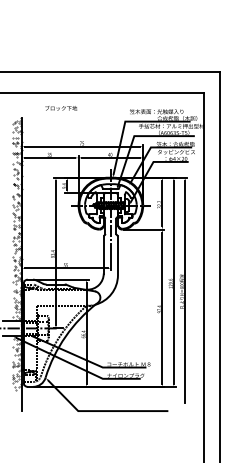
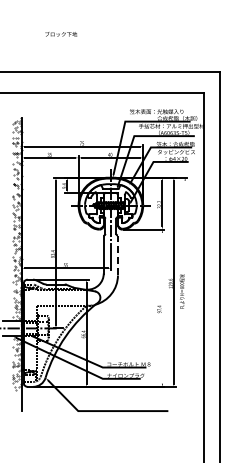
text at (61, 108) position: (61, 108) -> (61, 34)
line at (117, 255): solid -> dashed
line at (185, 291): present -> none
line at (162, 307): present -> none
